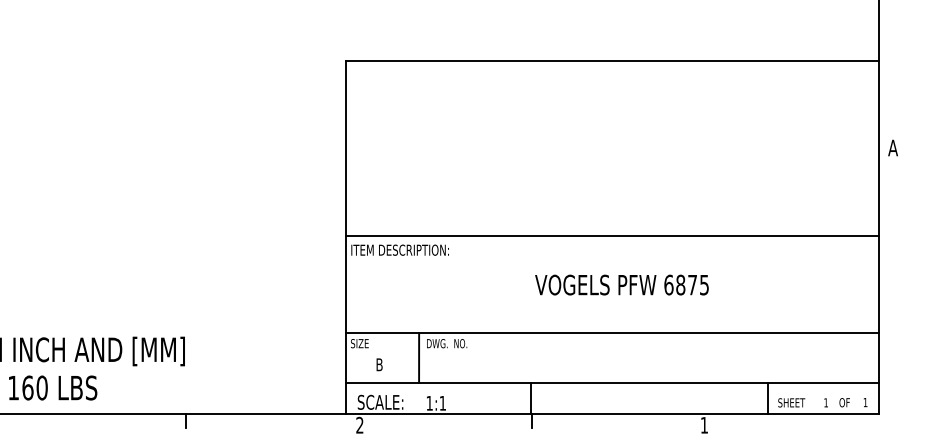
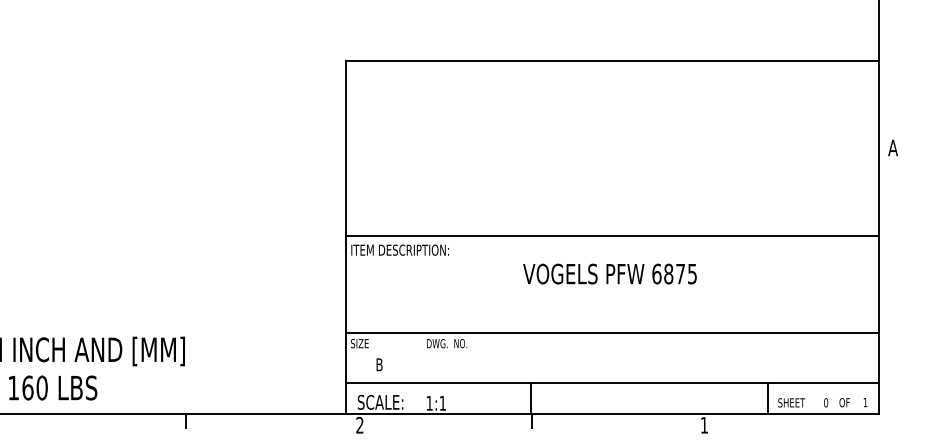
text at (621, 284) position: (621, 284) -> (609, 273)
line at (419, 357): present -> none
text at (826, 402): 1 -> 0
